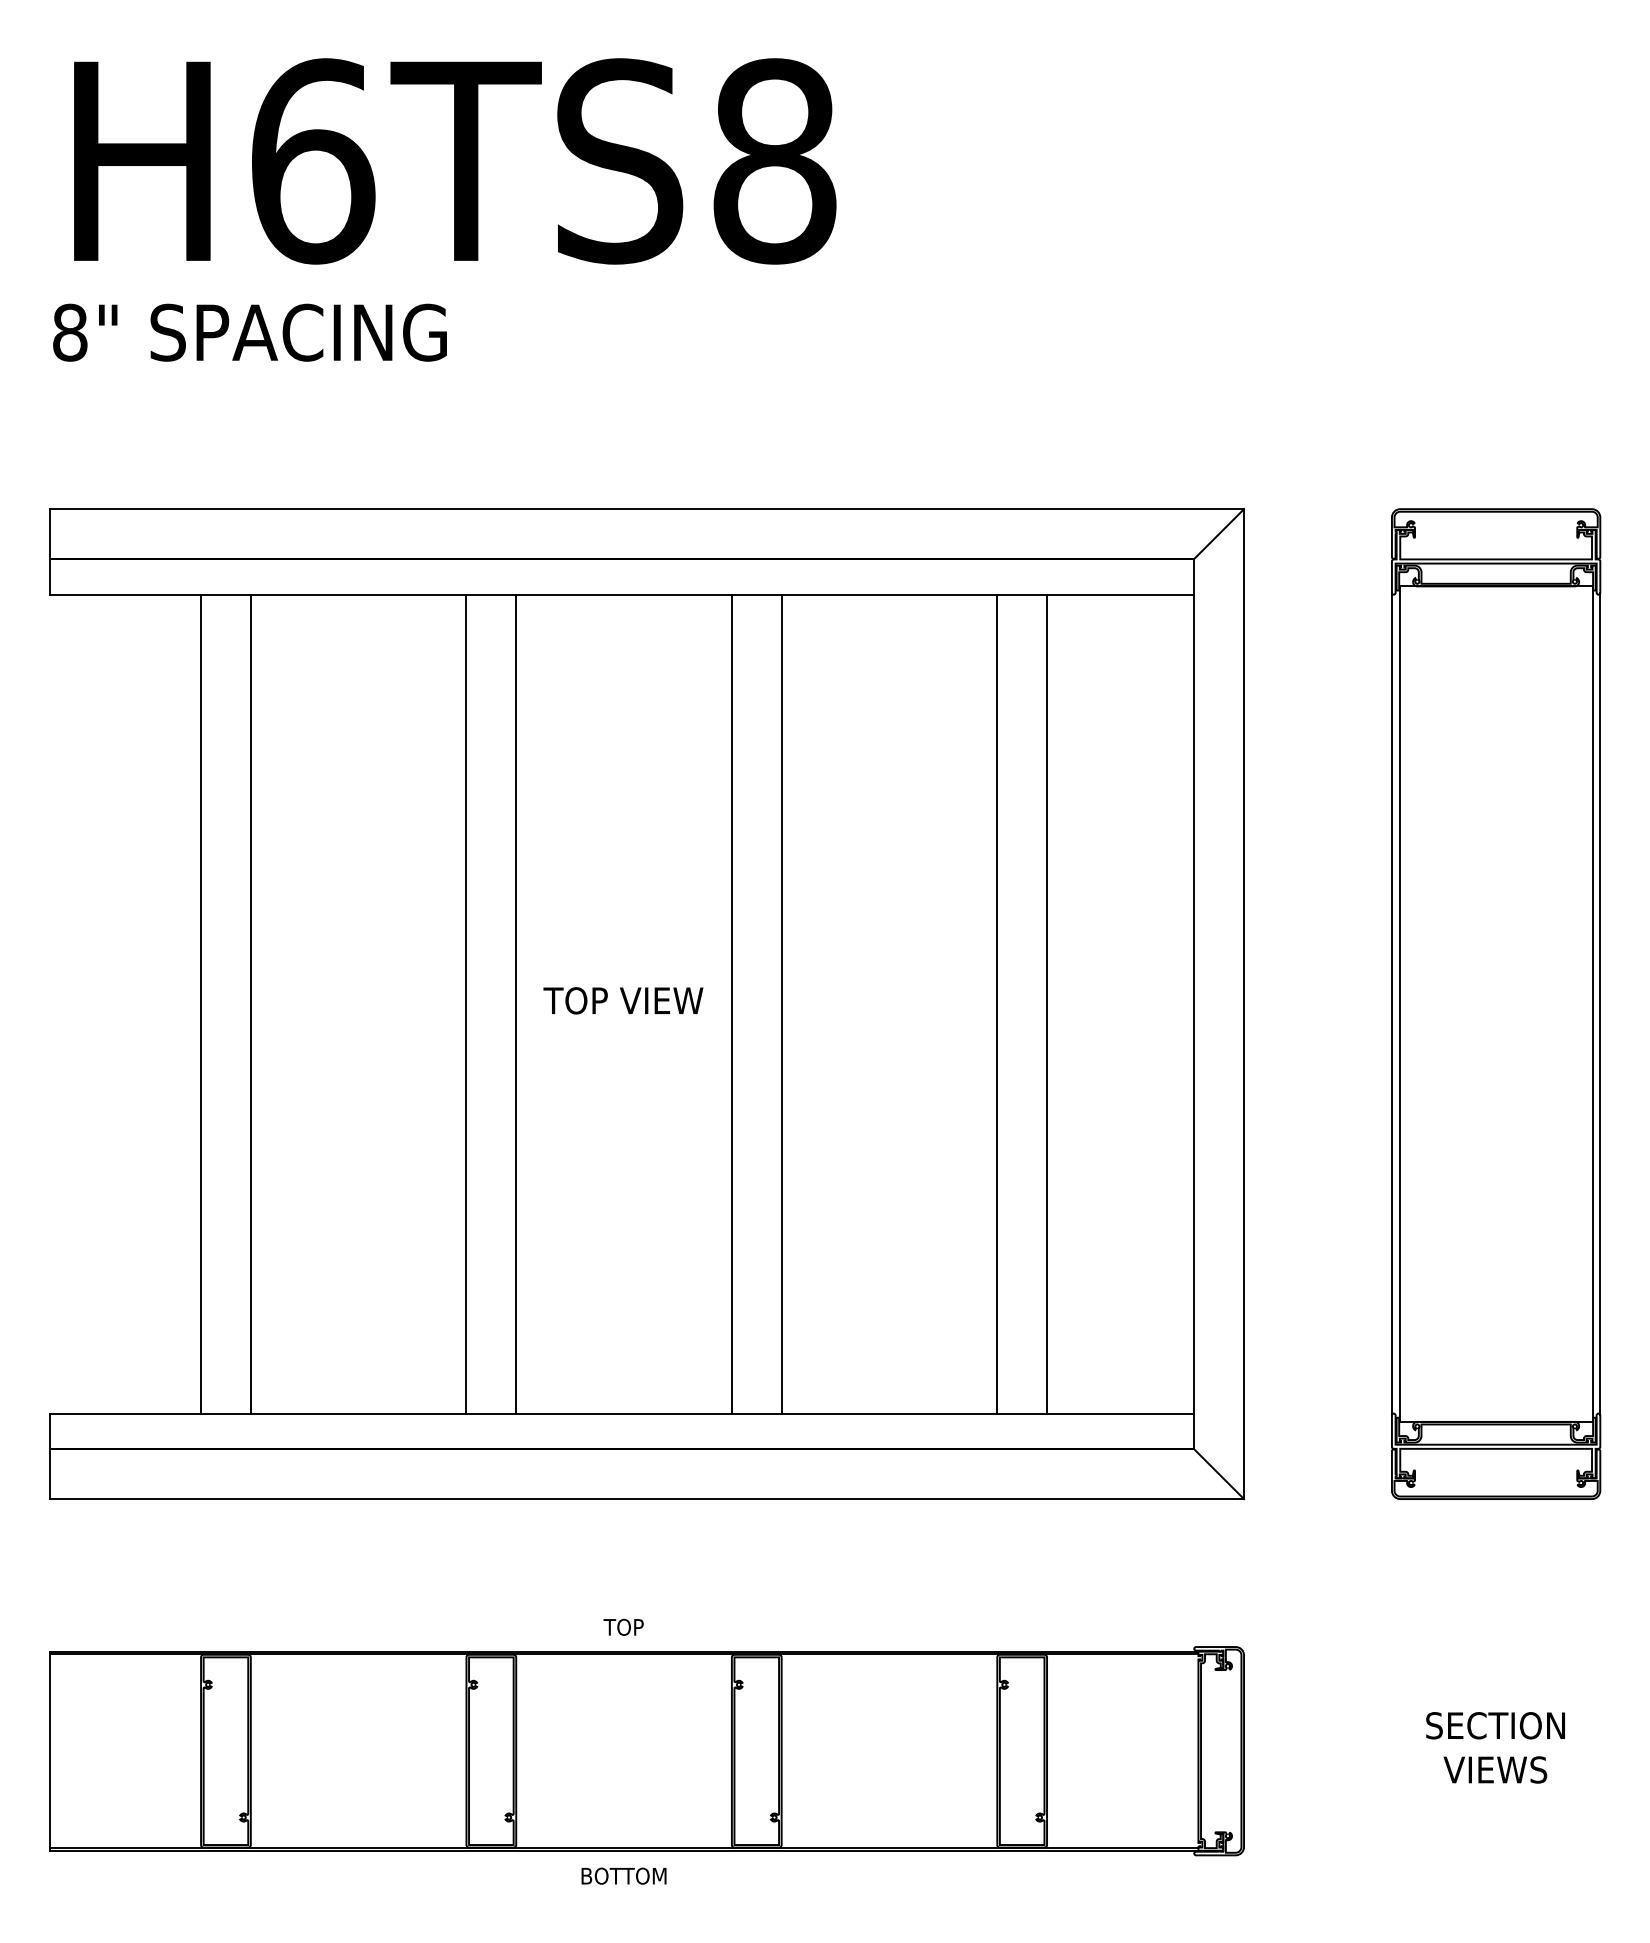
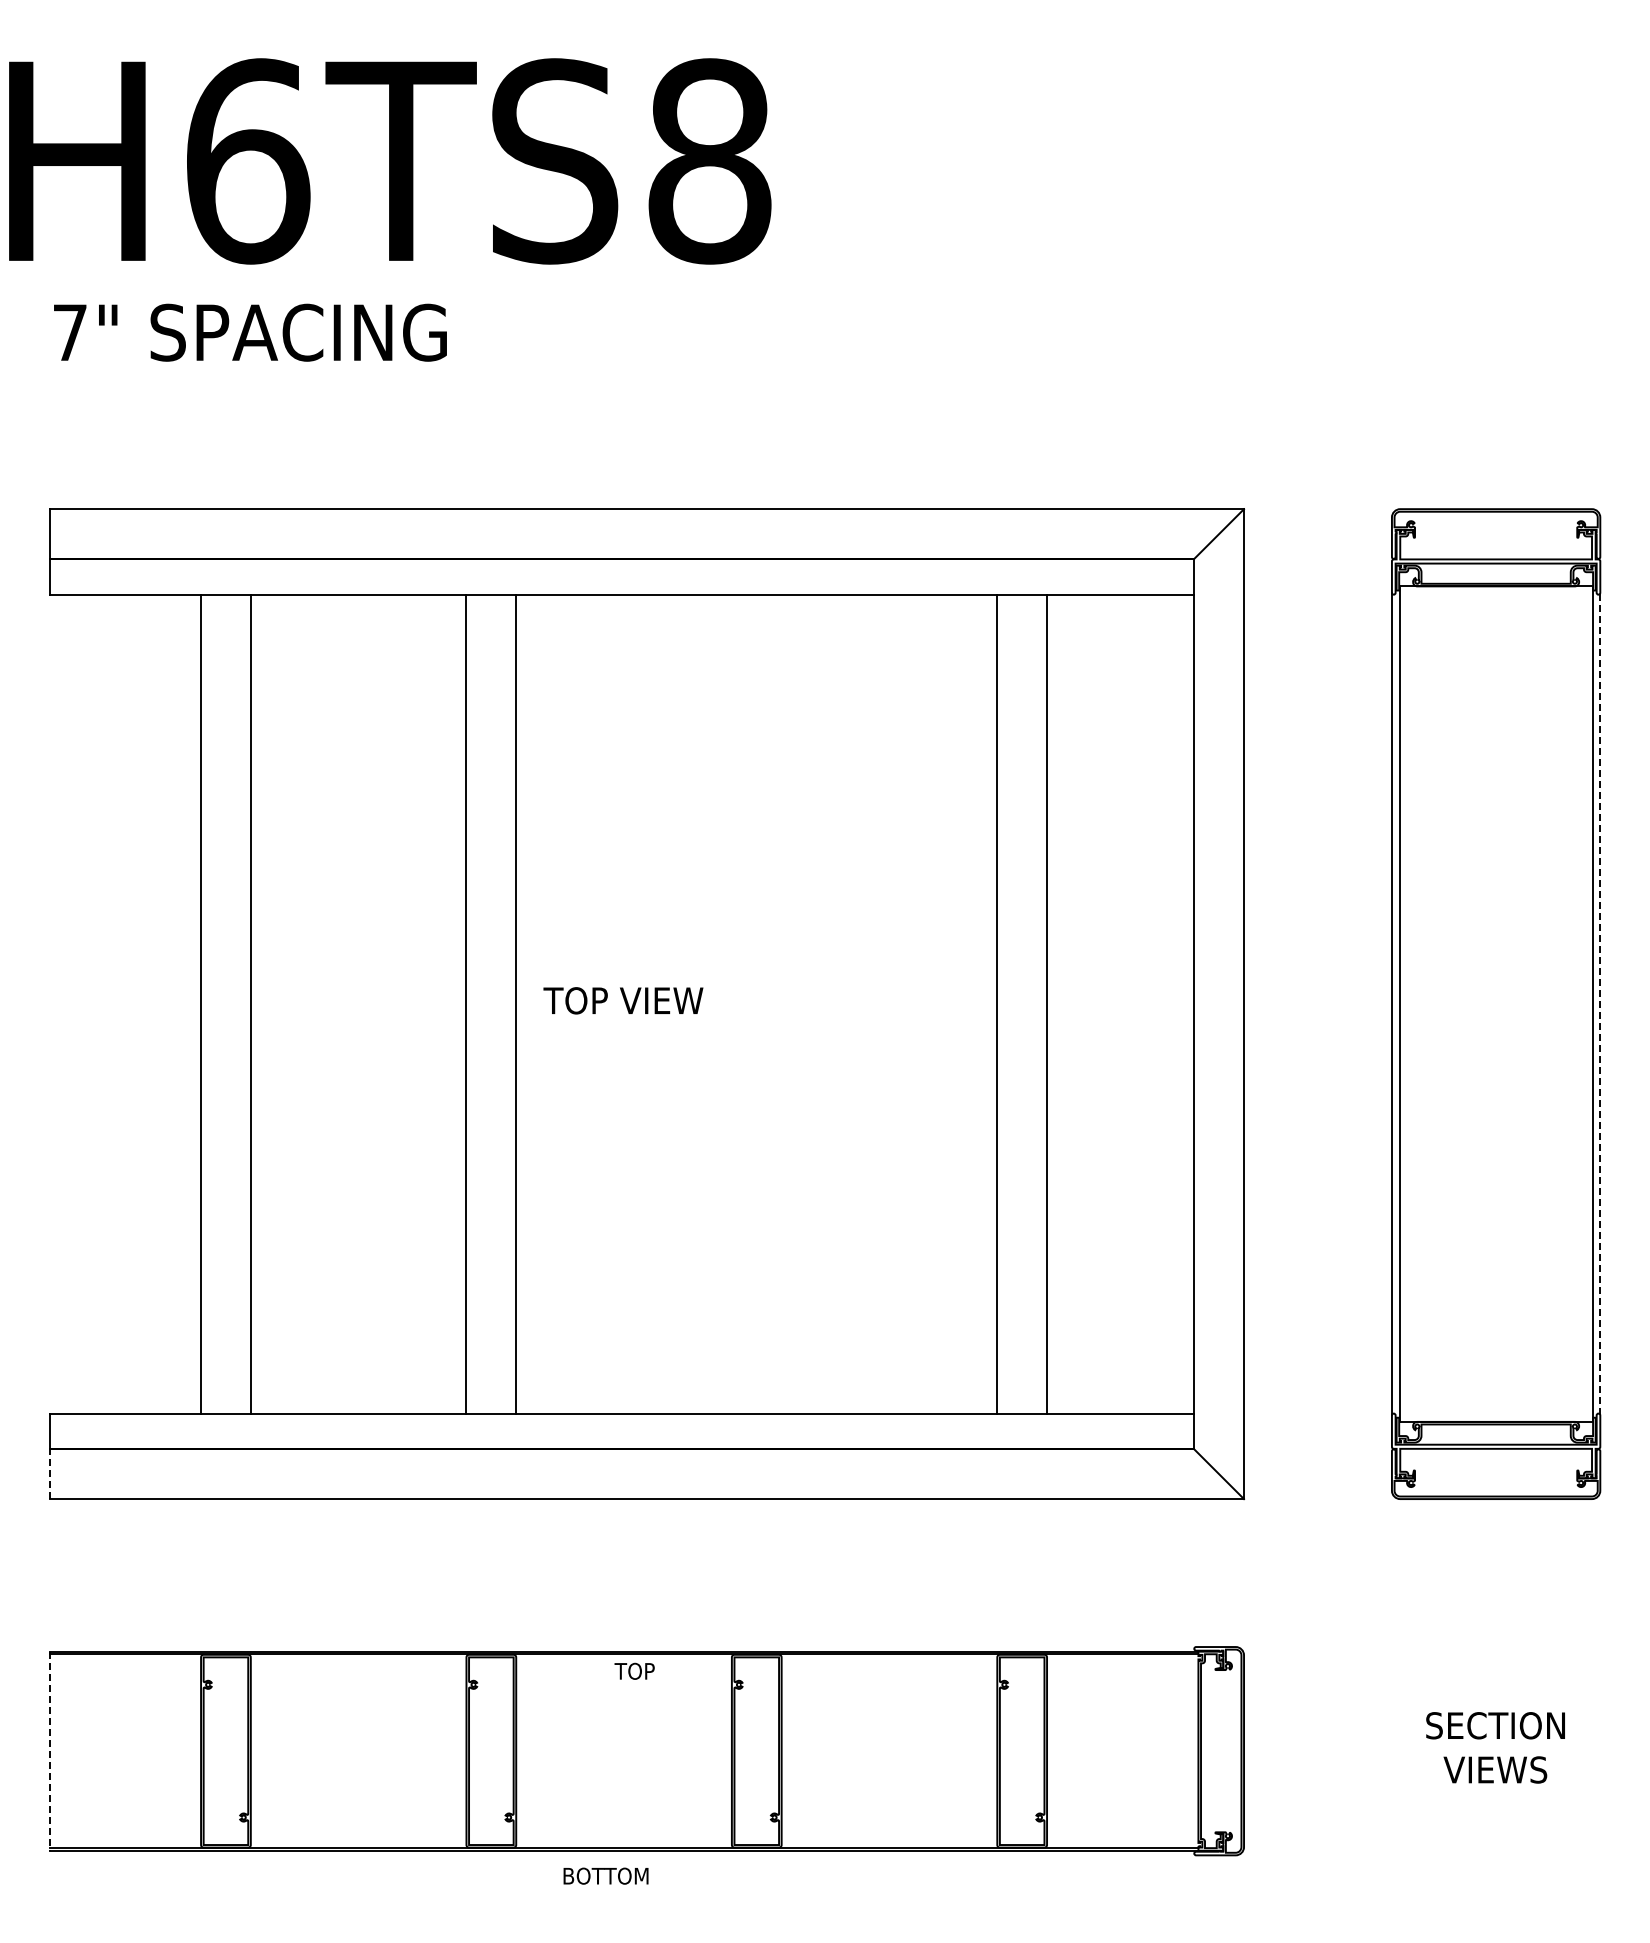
text at (455, 161) position: (455, 161) -> (390, 161)
text at (70, 332): 8" -> 7"
line at (731, 1003): present -> none
line at (781, 1003): present -> none
line at (1600, 1003): solid -> dashed
line at (49, 1473): solid -> dashed
text at (623, 1626) position: (623, 1626) -> (634, 1670)
line at (49, 1751): solid -> dashed
text at (623, 1875) position: (623, 1875) -> (605, 1875)
